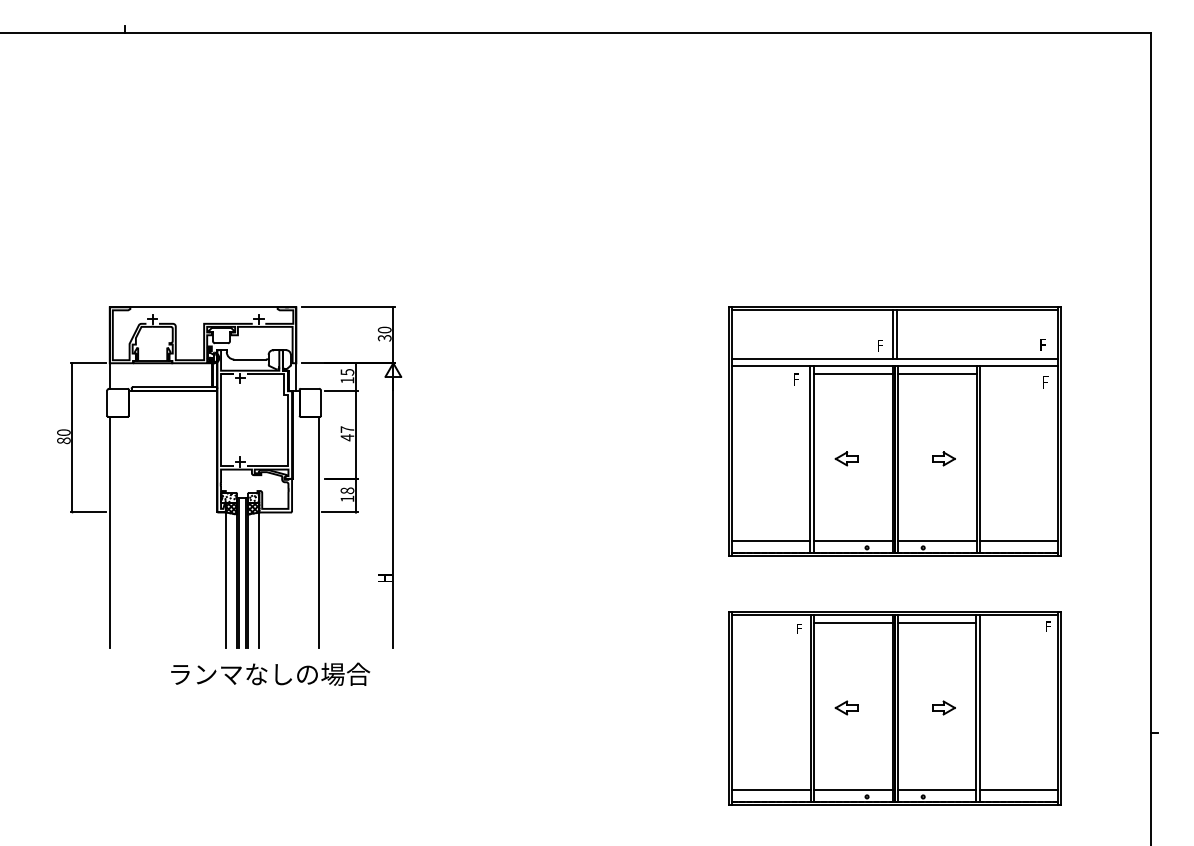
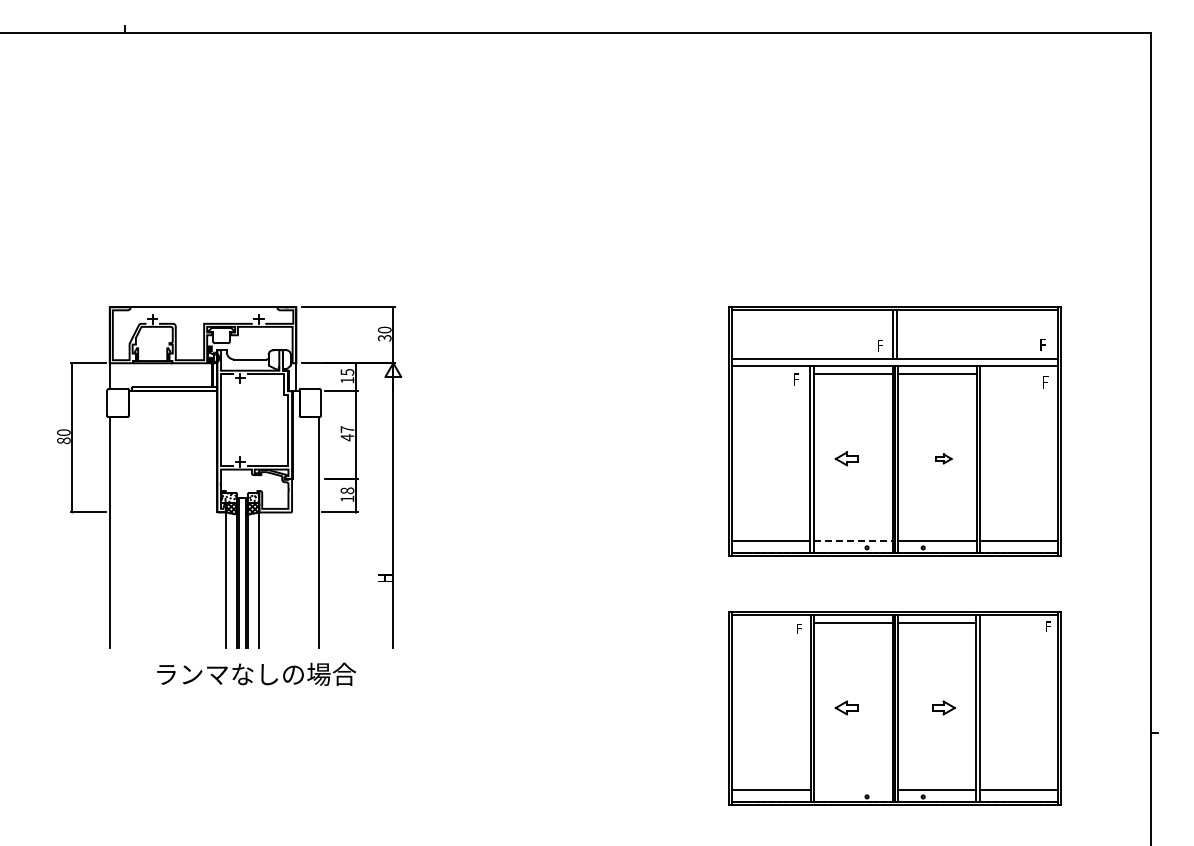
part at (943, 458) size: 24x16 px -> 18x12 px
line at (853, 541): solid -> dashed
text at (270, 673) position: (270, 673) -> (256, 673)
line at (852, 790): present -> none
